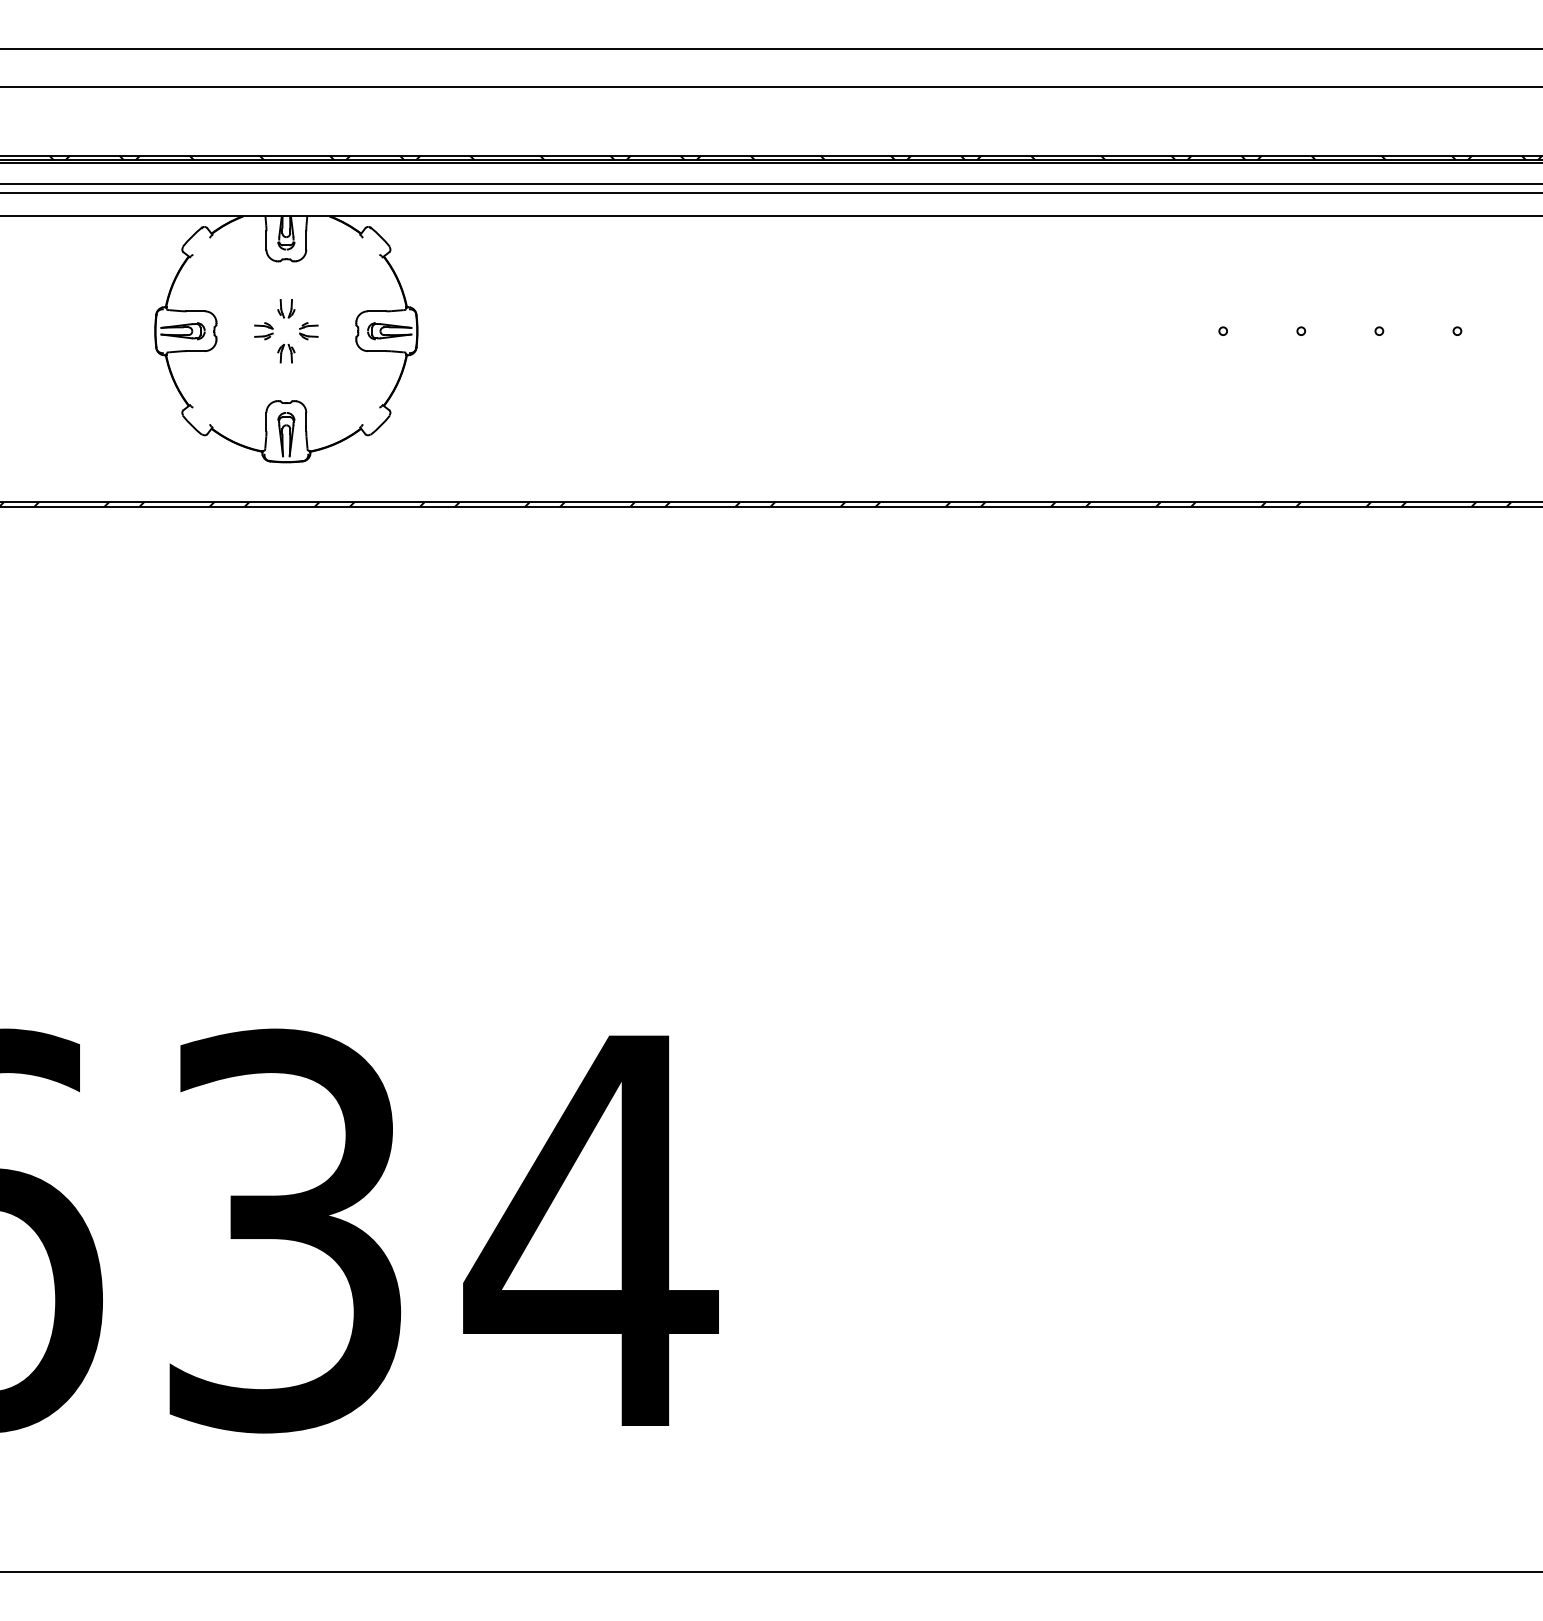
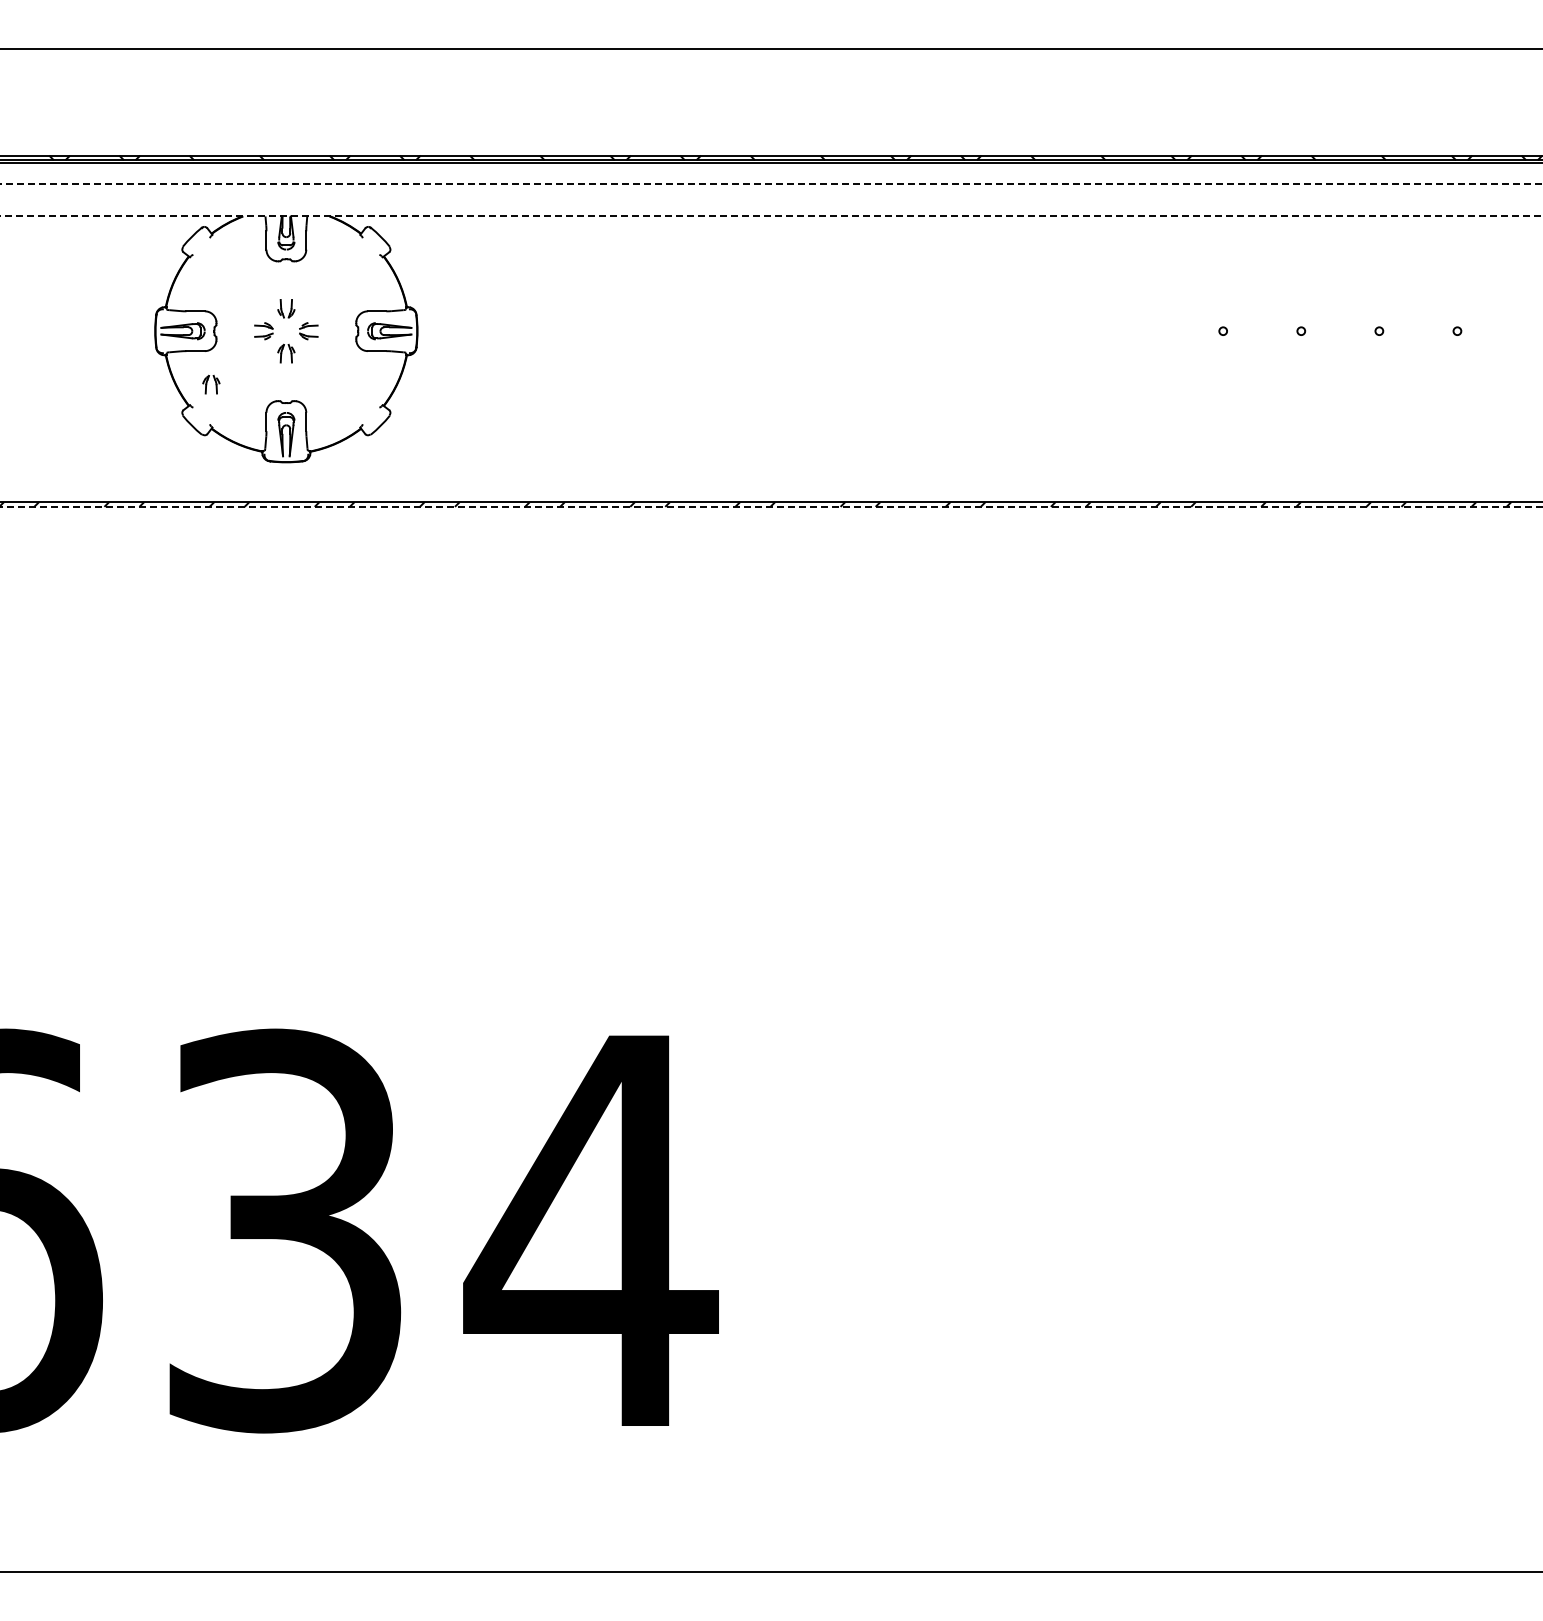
line at (770, 86): present -> none
line at (771, 183): solid -> dashed
line at (770, 193): present -> none
line at (771, 216): solid -> dashed
part at (211, 384): none -> present
line at (771, 506): solid -> dashed
